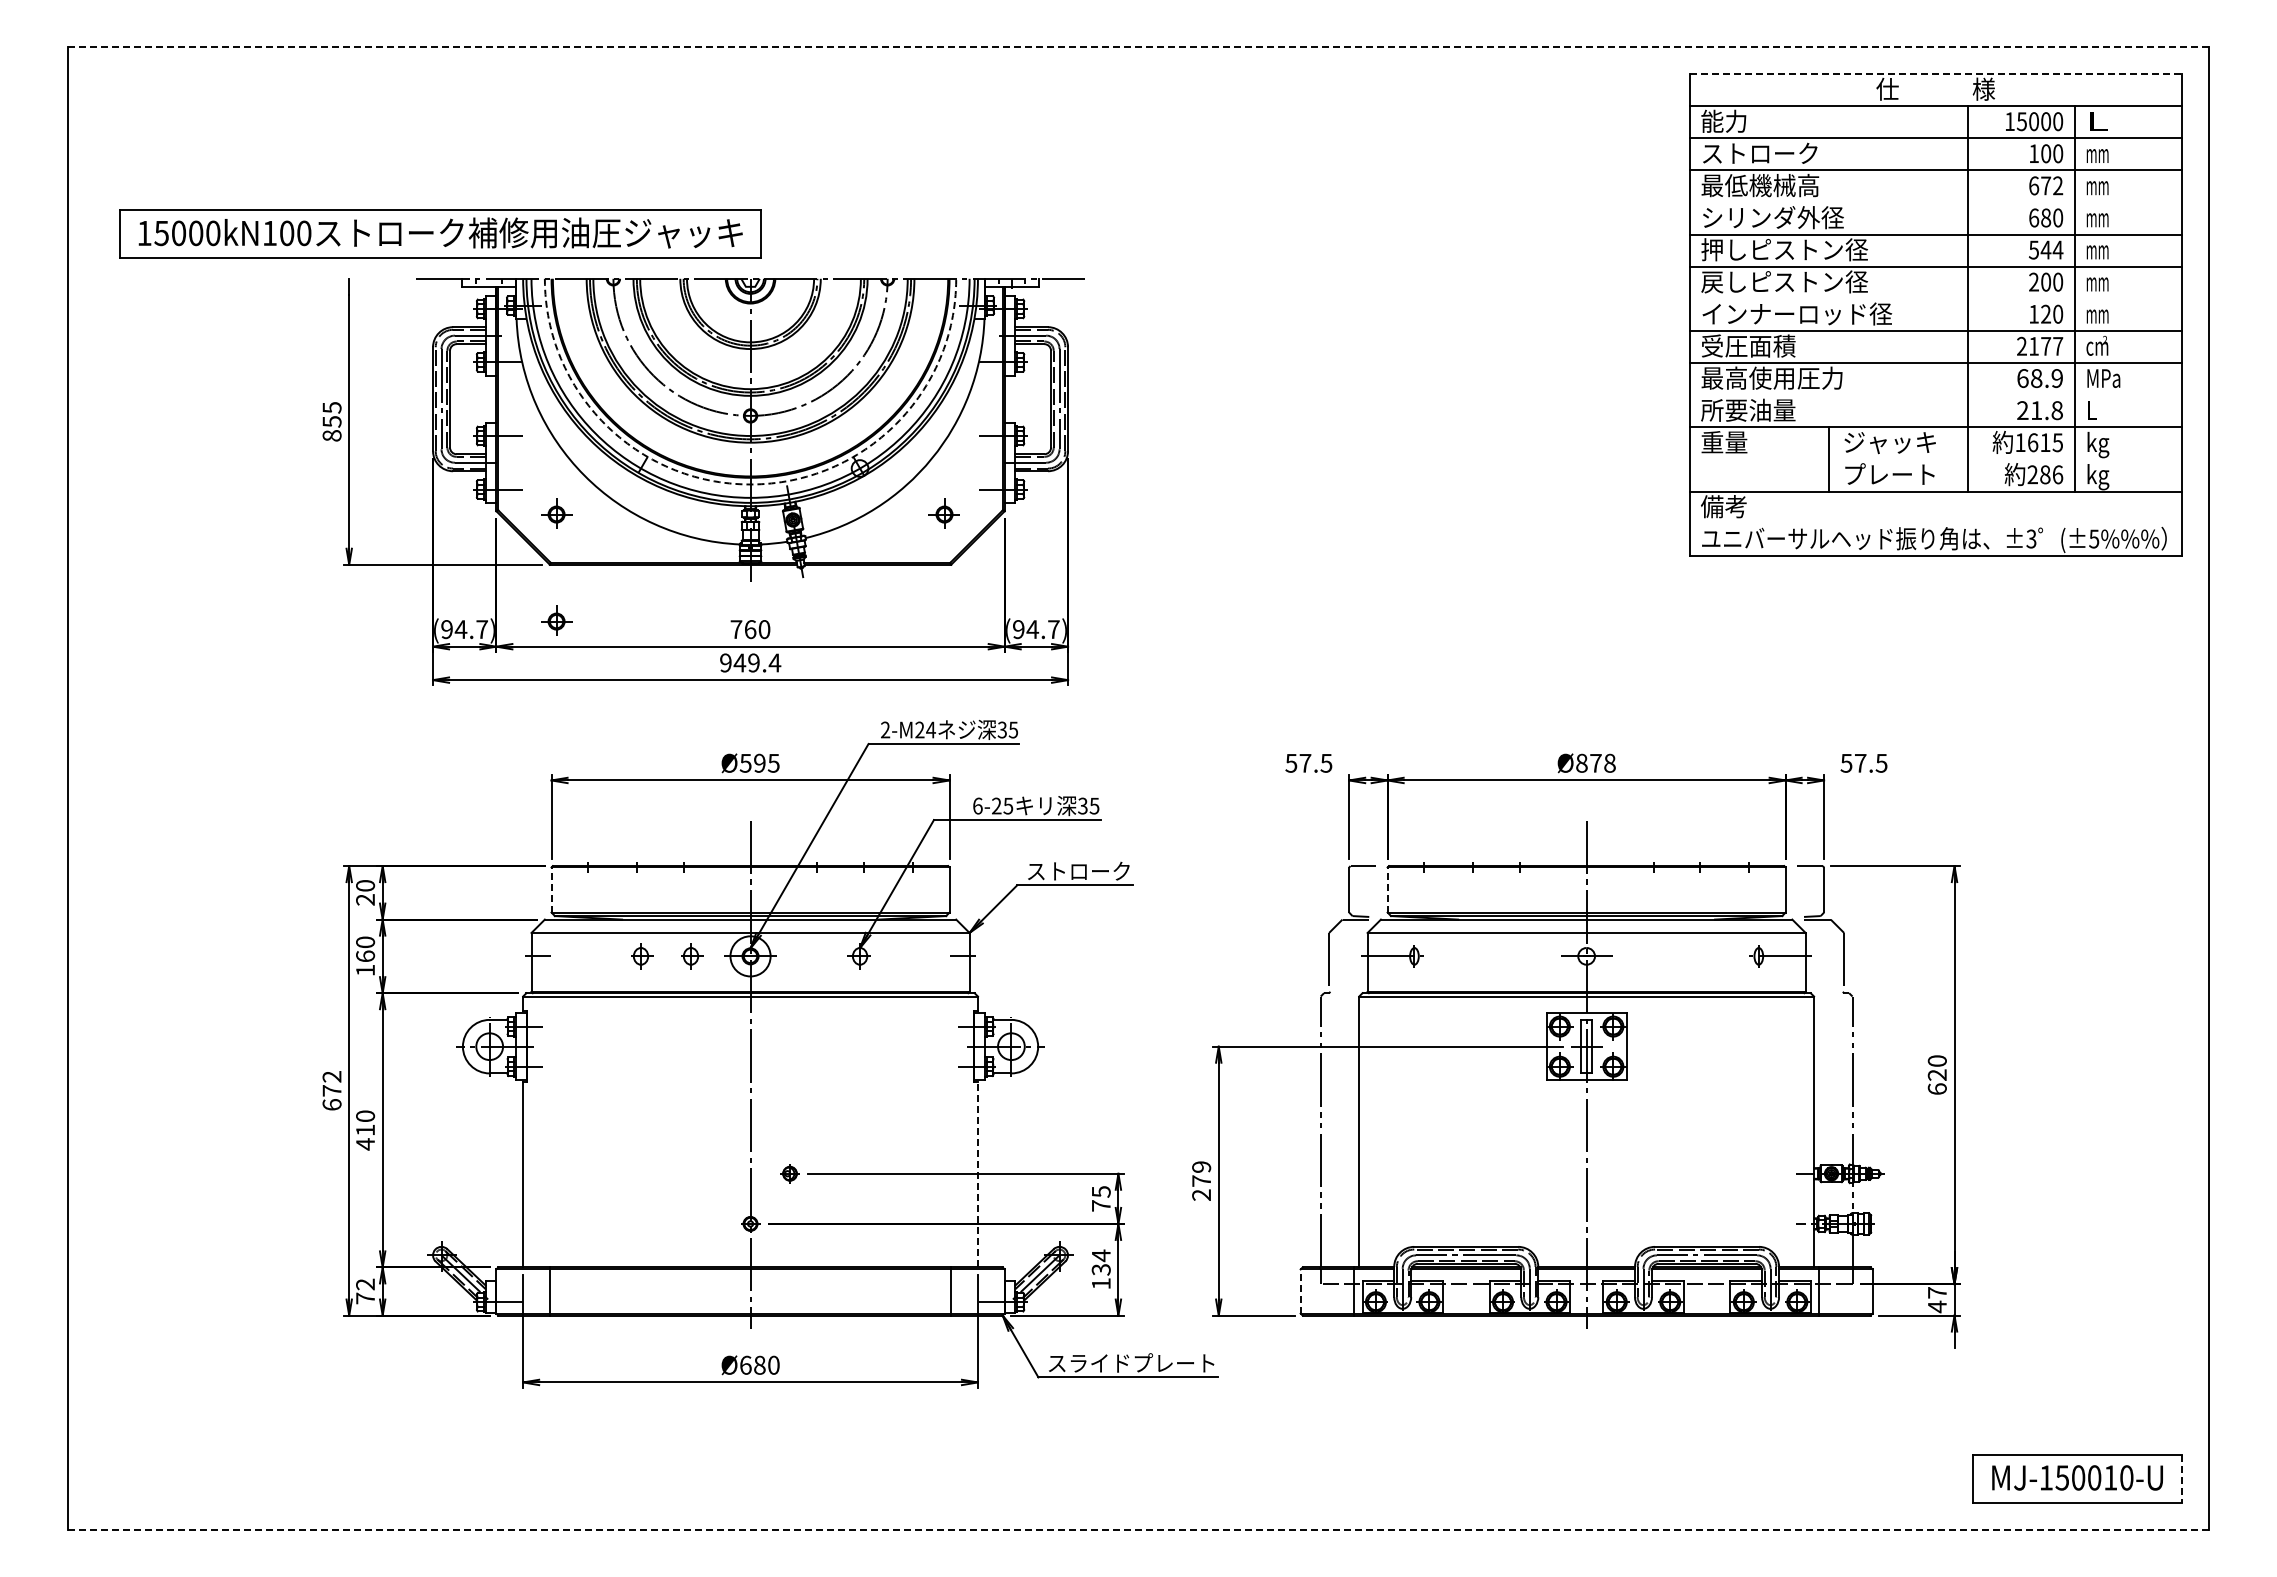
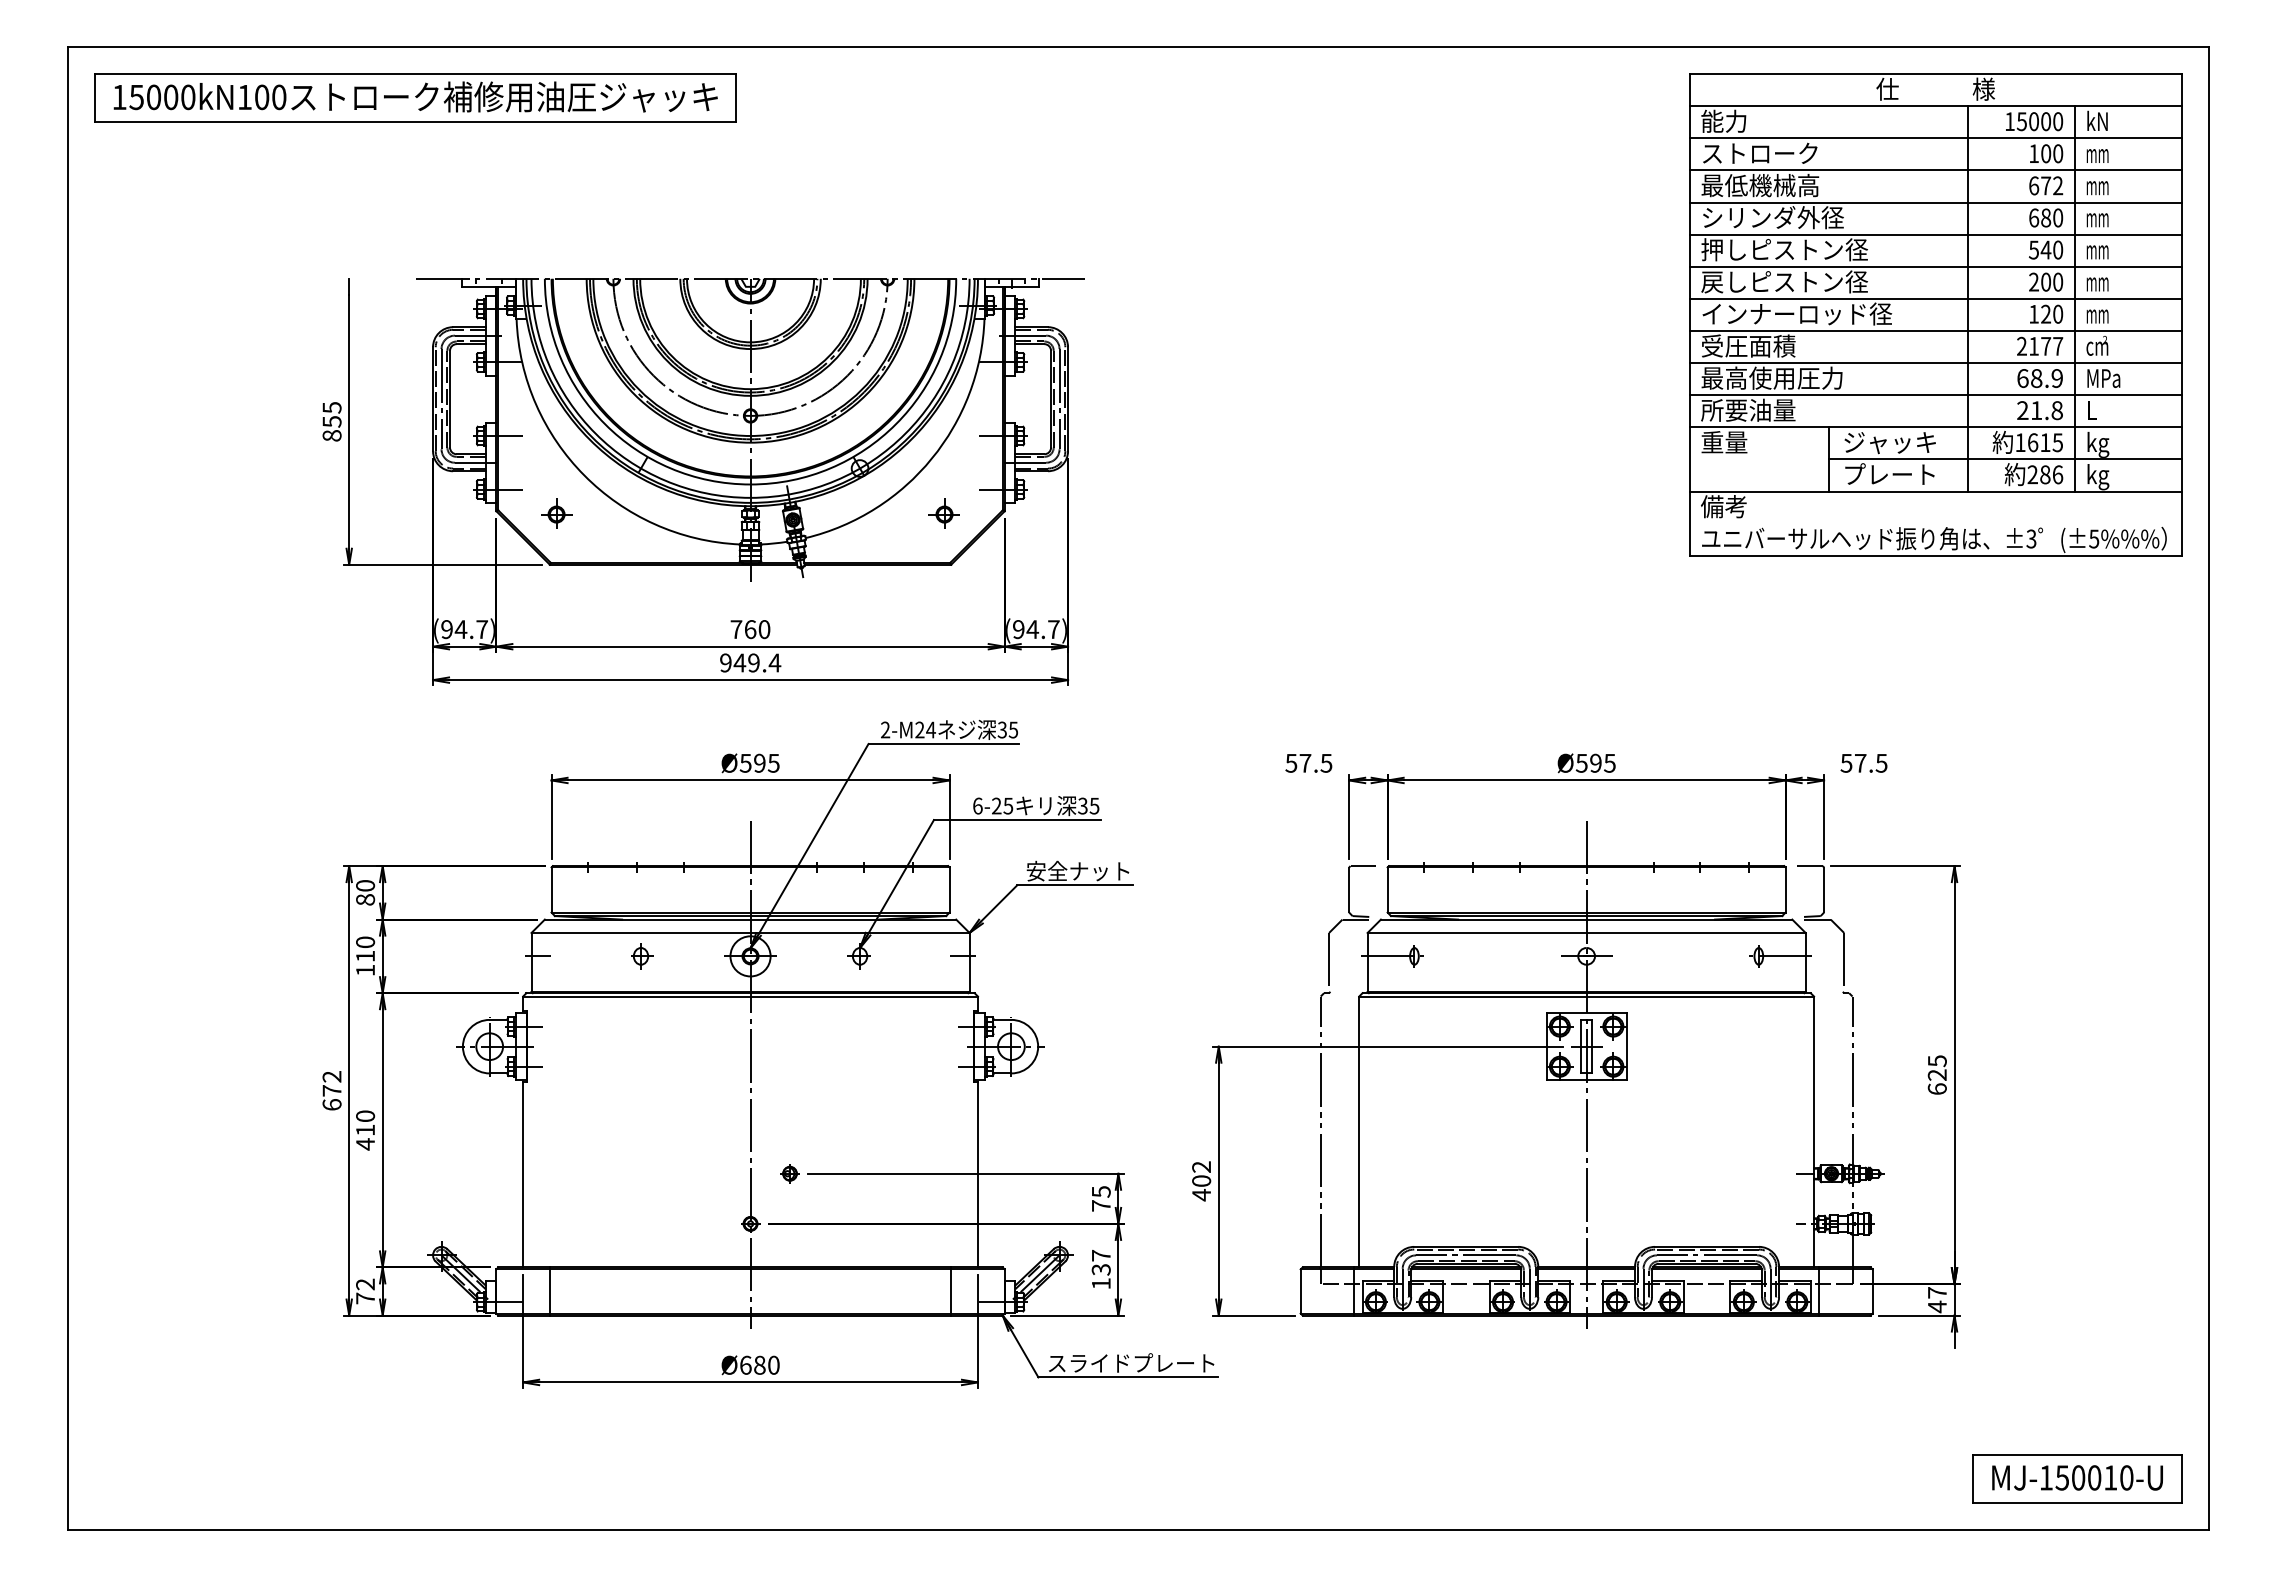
line at (1138, 47): dashed -> solid
line at (1936, 74): dashed -> solid
text at (2097, 120): L -> kN
line at (1935, 202): none -> present
part at (440, 233) position: (440, 233) -> (415, 97)
text at (2057, 249): 544 -> 540
line at (1935, 298): none -> present
line at (1935, 395): none -> present
line at (2004, 459): none -> present
arc at (750, 484): dashed -> solid
part at (556, 620): present -> none
text at (1595, 762): Ø878 -> Ø595
text at (1077, 870): ストローク -> 安全ナット
line at (551, 889): dashed -> solid
line at (1387, 889): dashed -> solid
text at (365, 899): 20 -> 80
text at (365, 955): 160 -> 110
part at (692, 956): present -> none
text at (1936, 1061): 620 -> 625
line at (977, 1174): dashed -> solid
text at (1201, 1181): 279 -> 402
text at (1101, 1255): 134 -> 137
line at (1300, 1290): dashed -> solid
line at (2181, 1479): dashed -> solid
line at (1138, 1529): dashed -> solid
